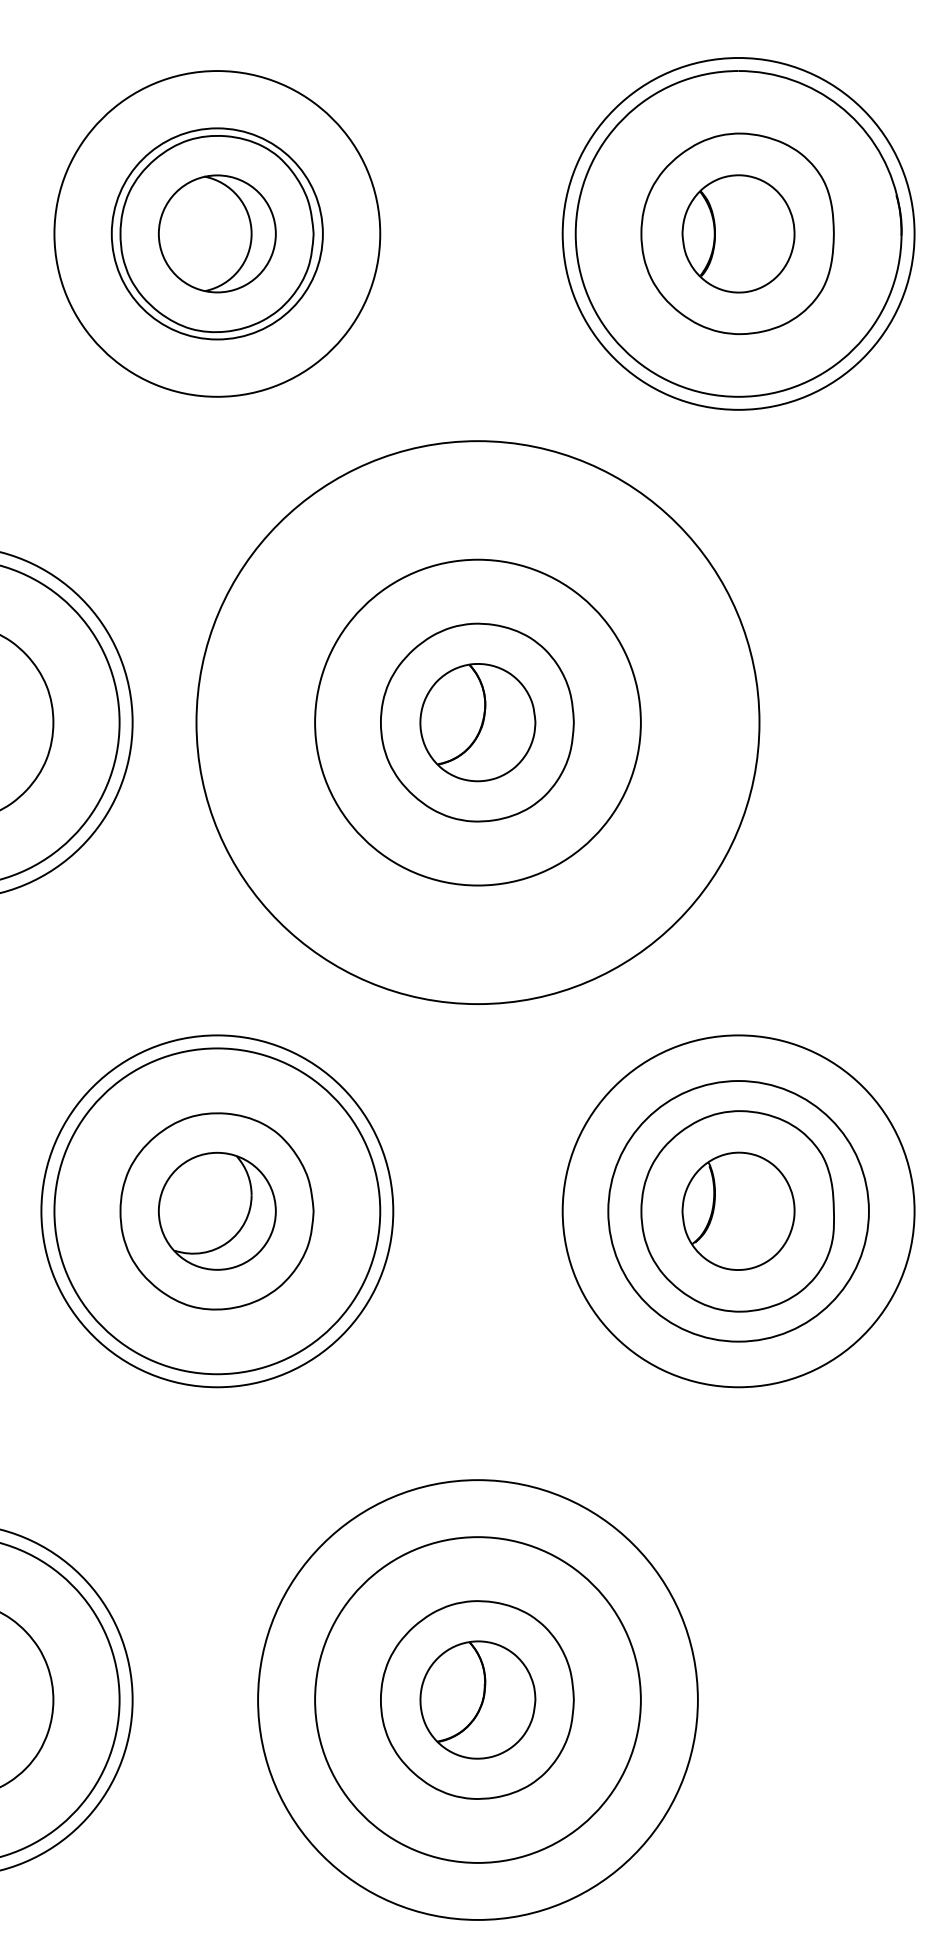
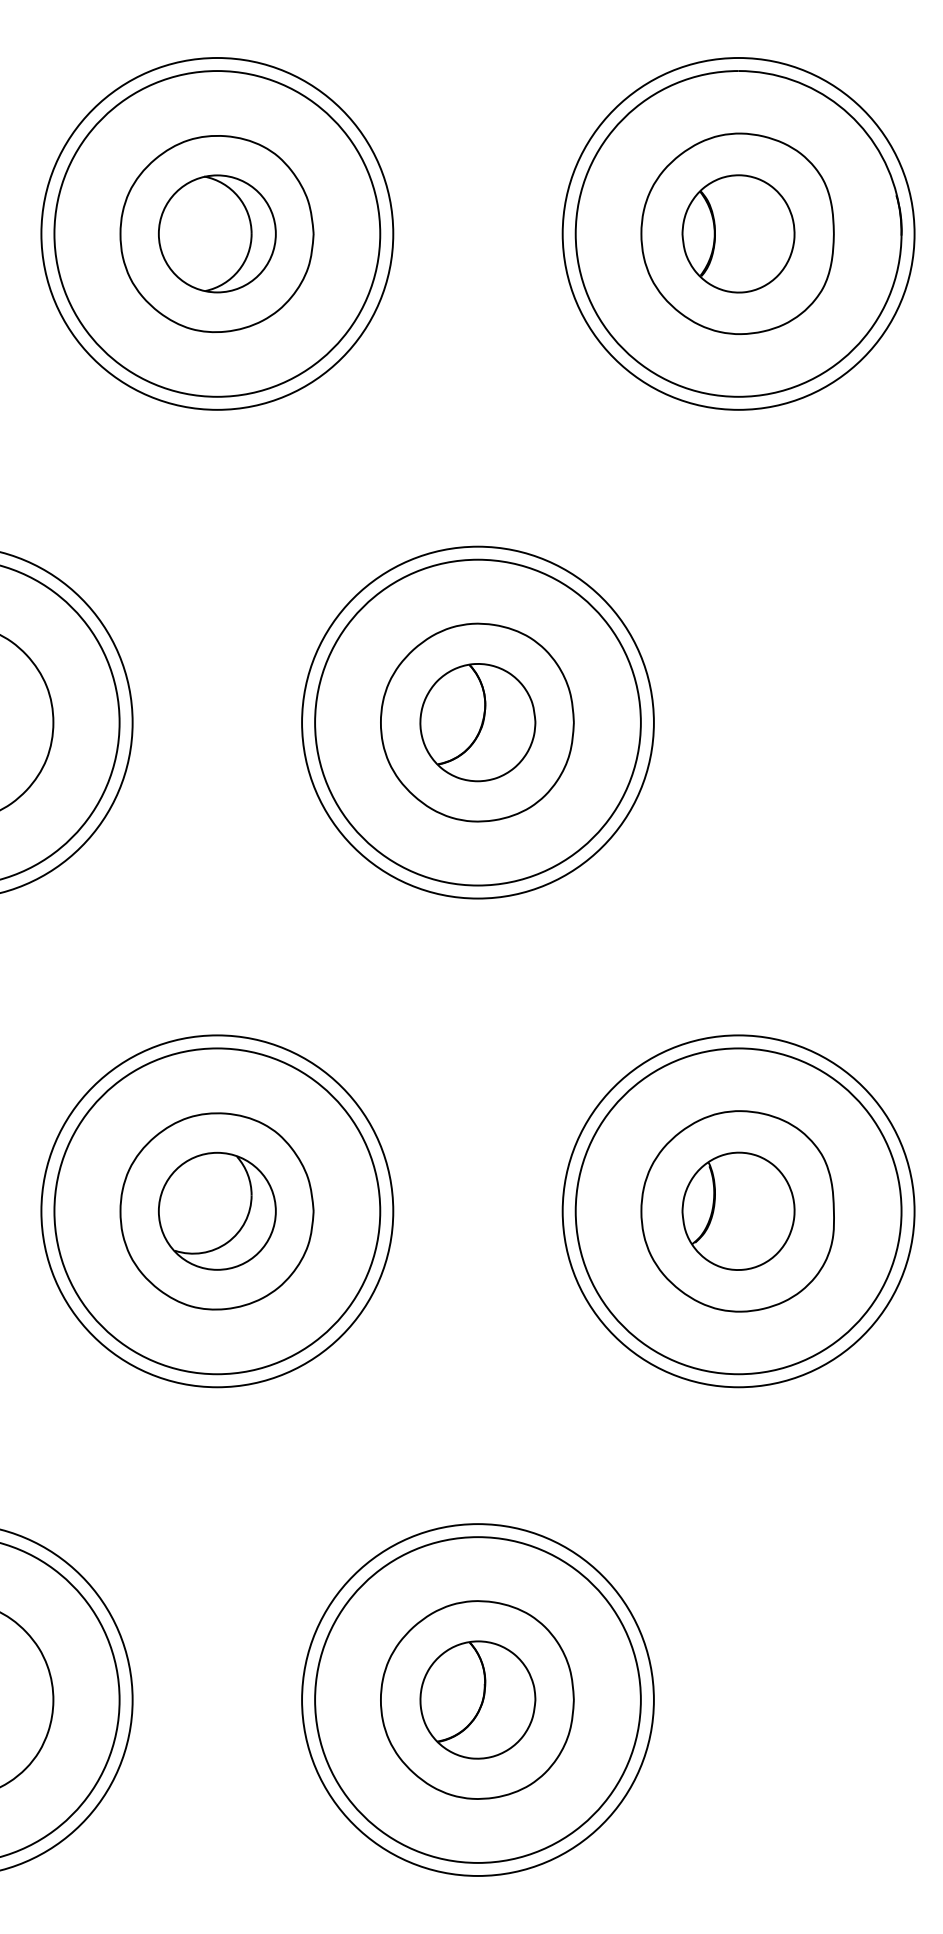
circle at (216, 233) diameter: 211 px -> 352 px
circle at (477, 722) diameter: 563 px -> 352 px
circle at (738, 1211) diameter: 261 px -> 326 px
circle at (477, 1699) diameter: 440 px -> 352 px
